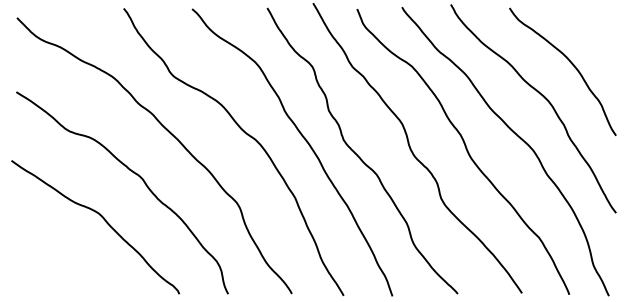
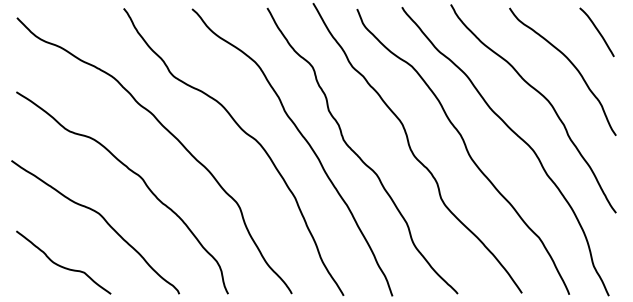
curve at (597, 31): none -> present
curve at (61, 265): none -> present
